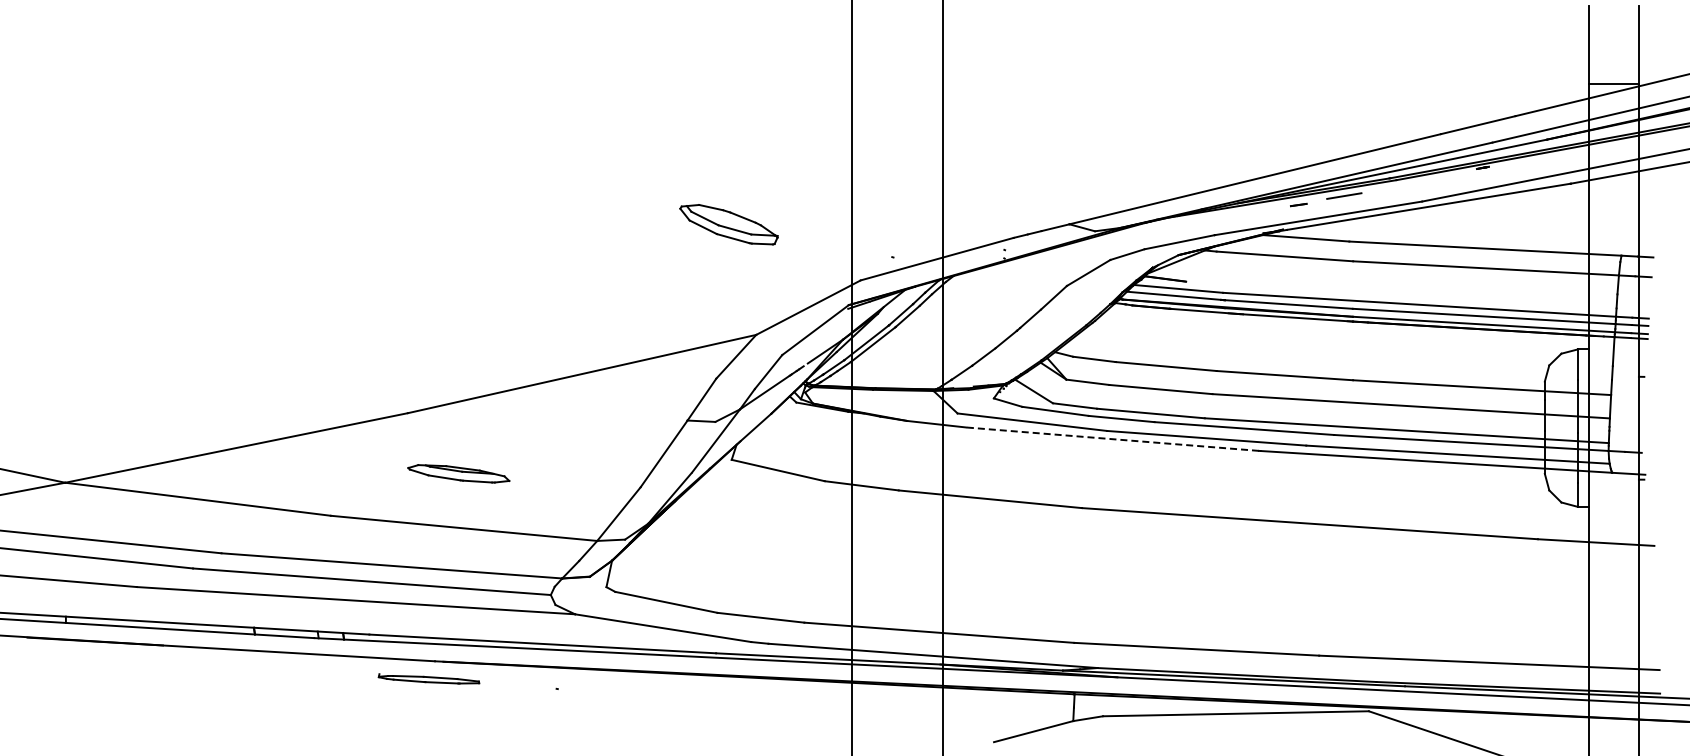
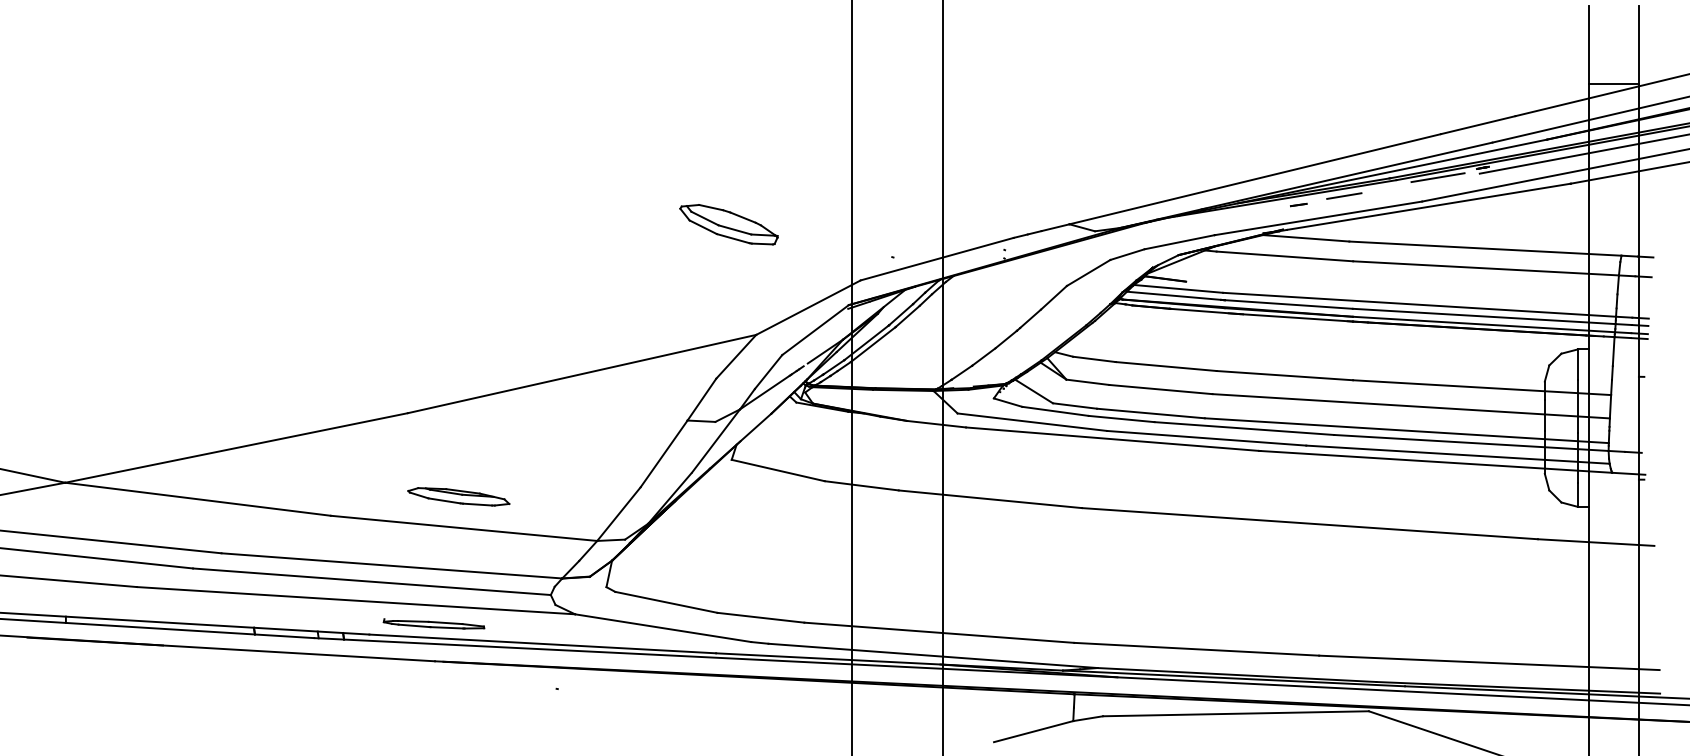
line at (1582, 154): none -> present
line at (1437, 177): none -> present
line at (1112, 439): dashed -> solid
part at (458, 473) position: (458, 473) -> (458, 496)
part at (428, 678) position: (428, 678) -> (433, 623)
